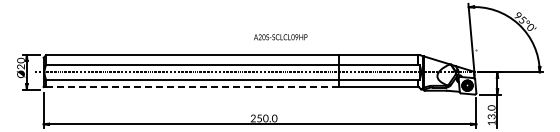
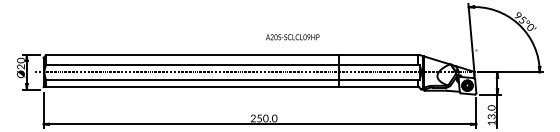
text at (280, 37) position: (280, 37) -> (292, 37)
line at (192, 87): dashed -> solid
